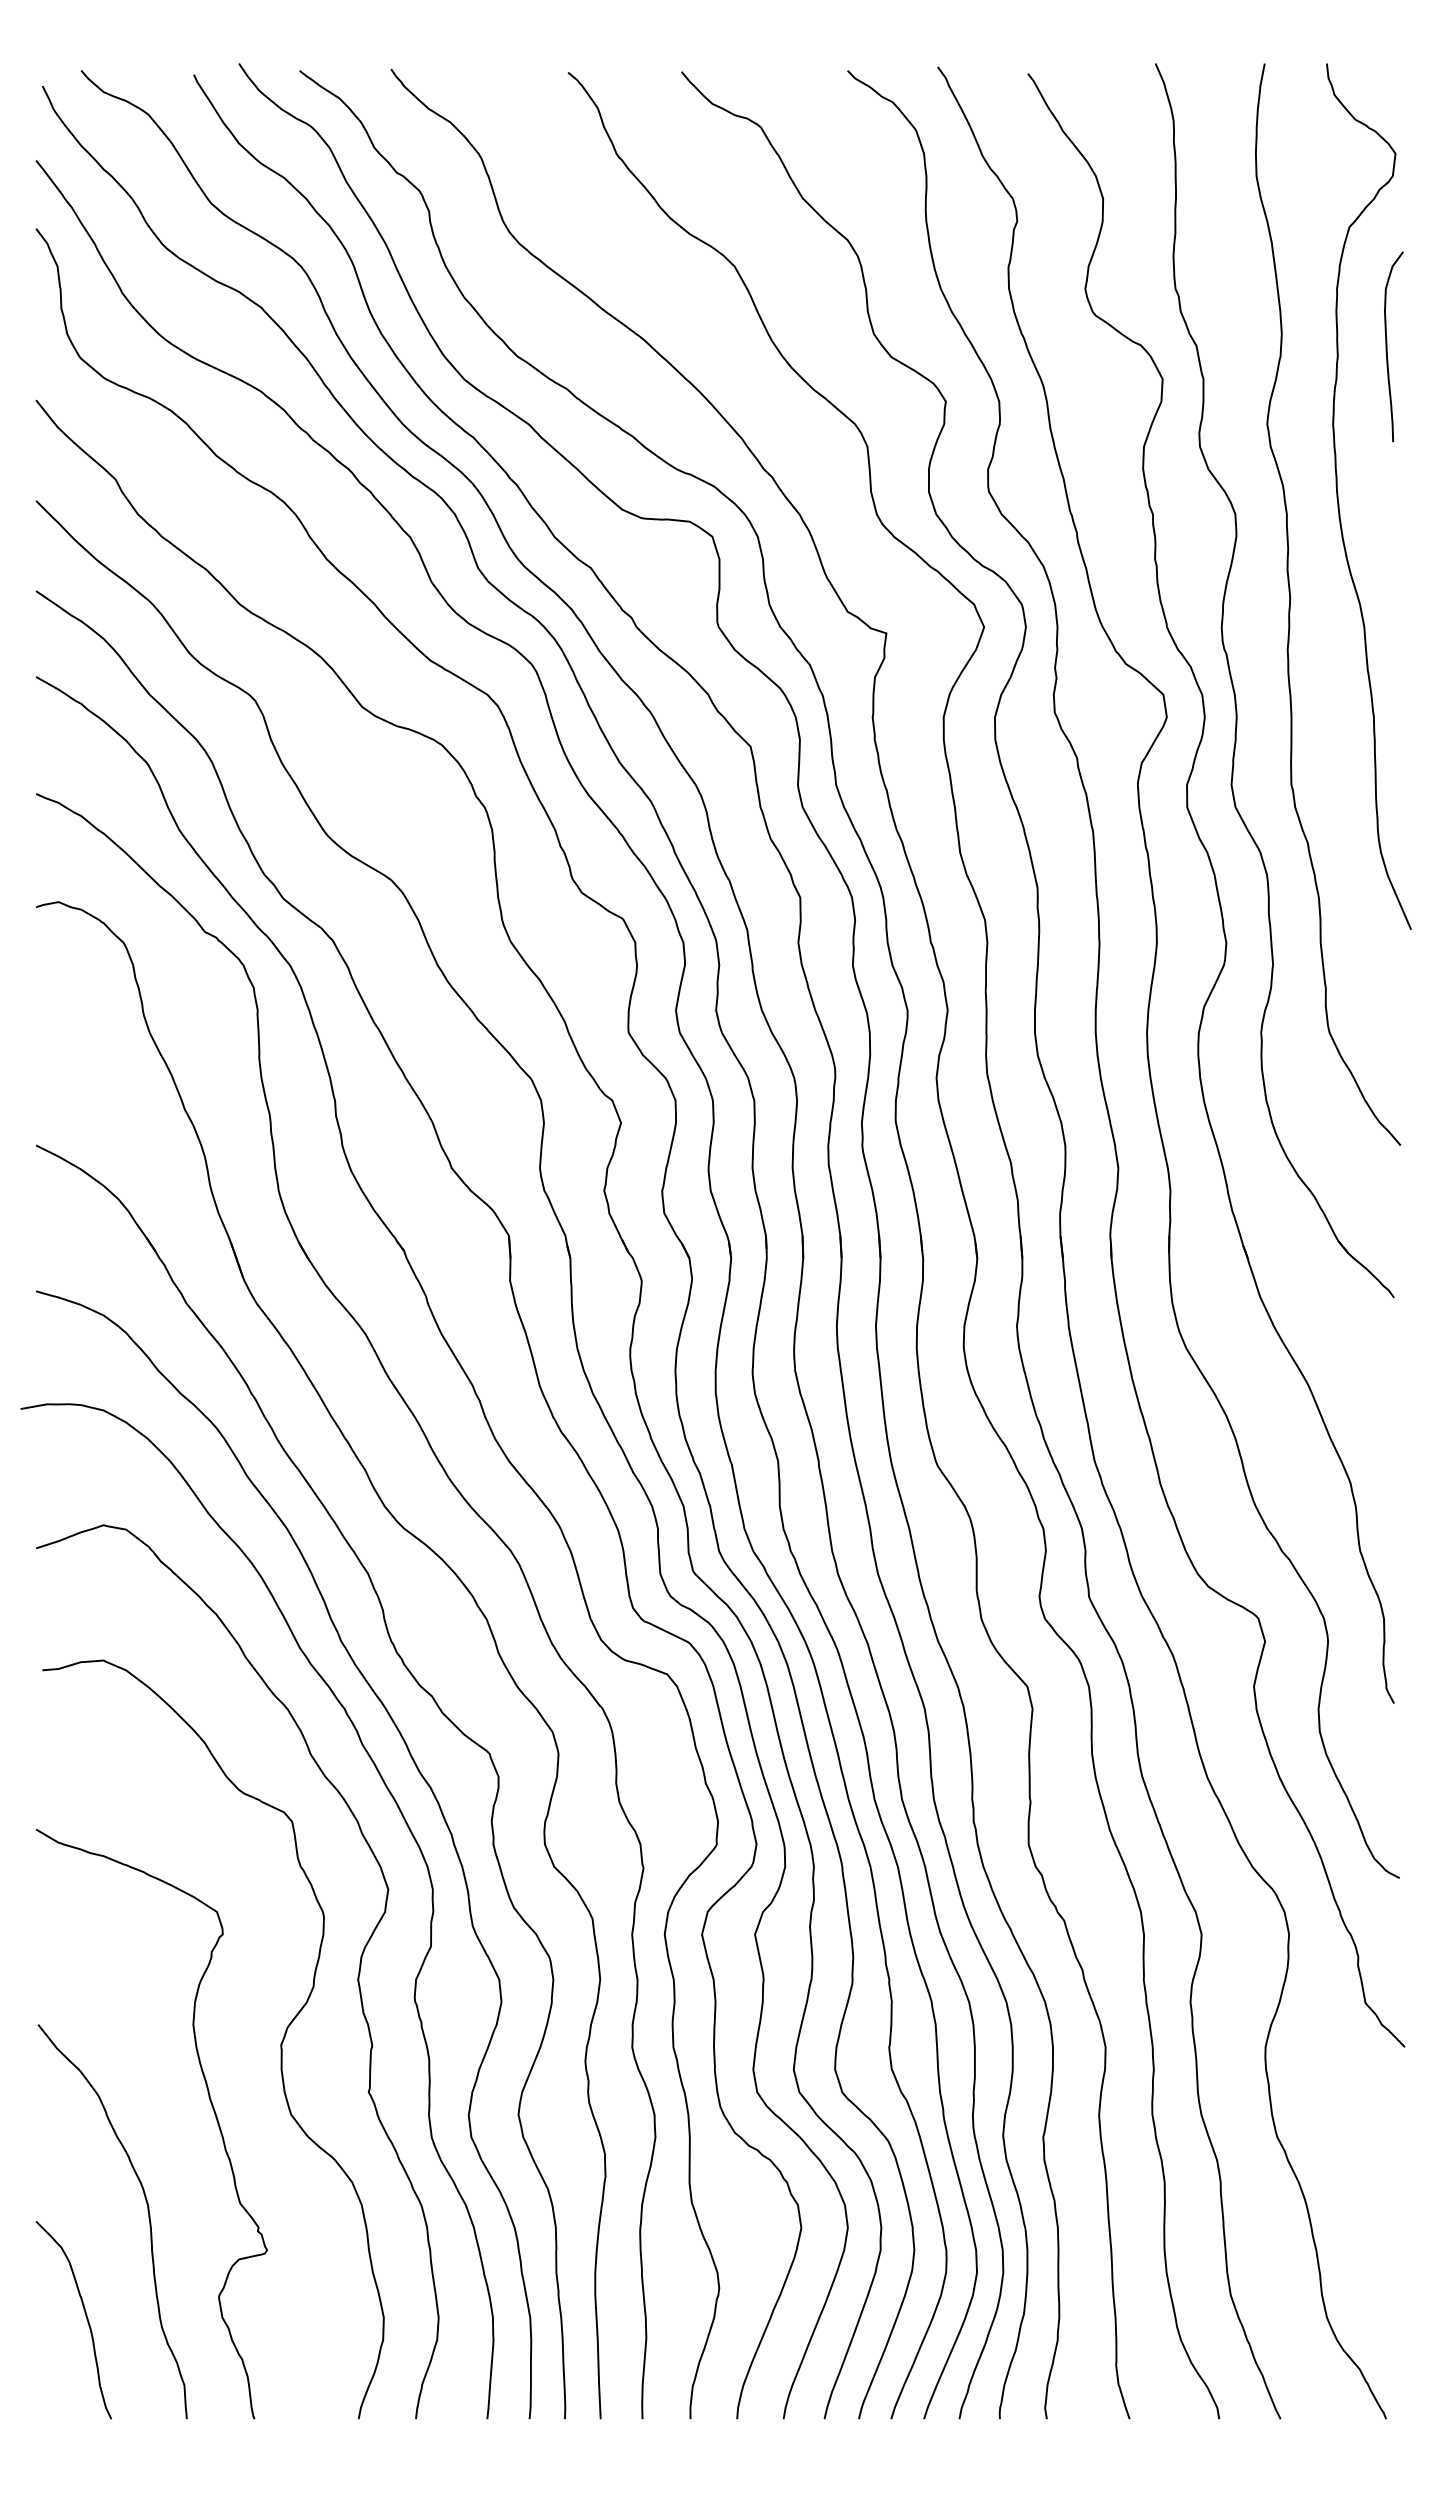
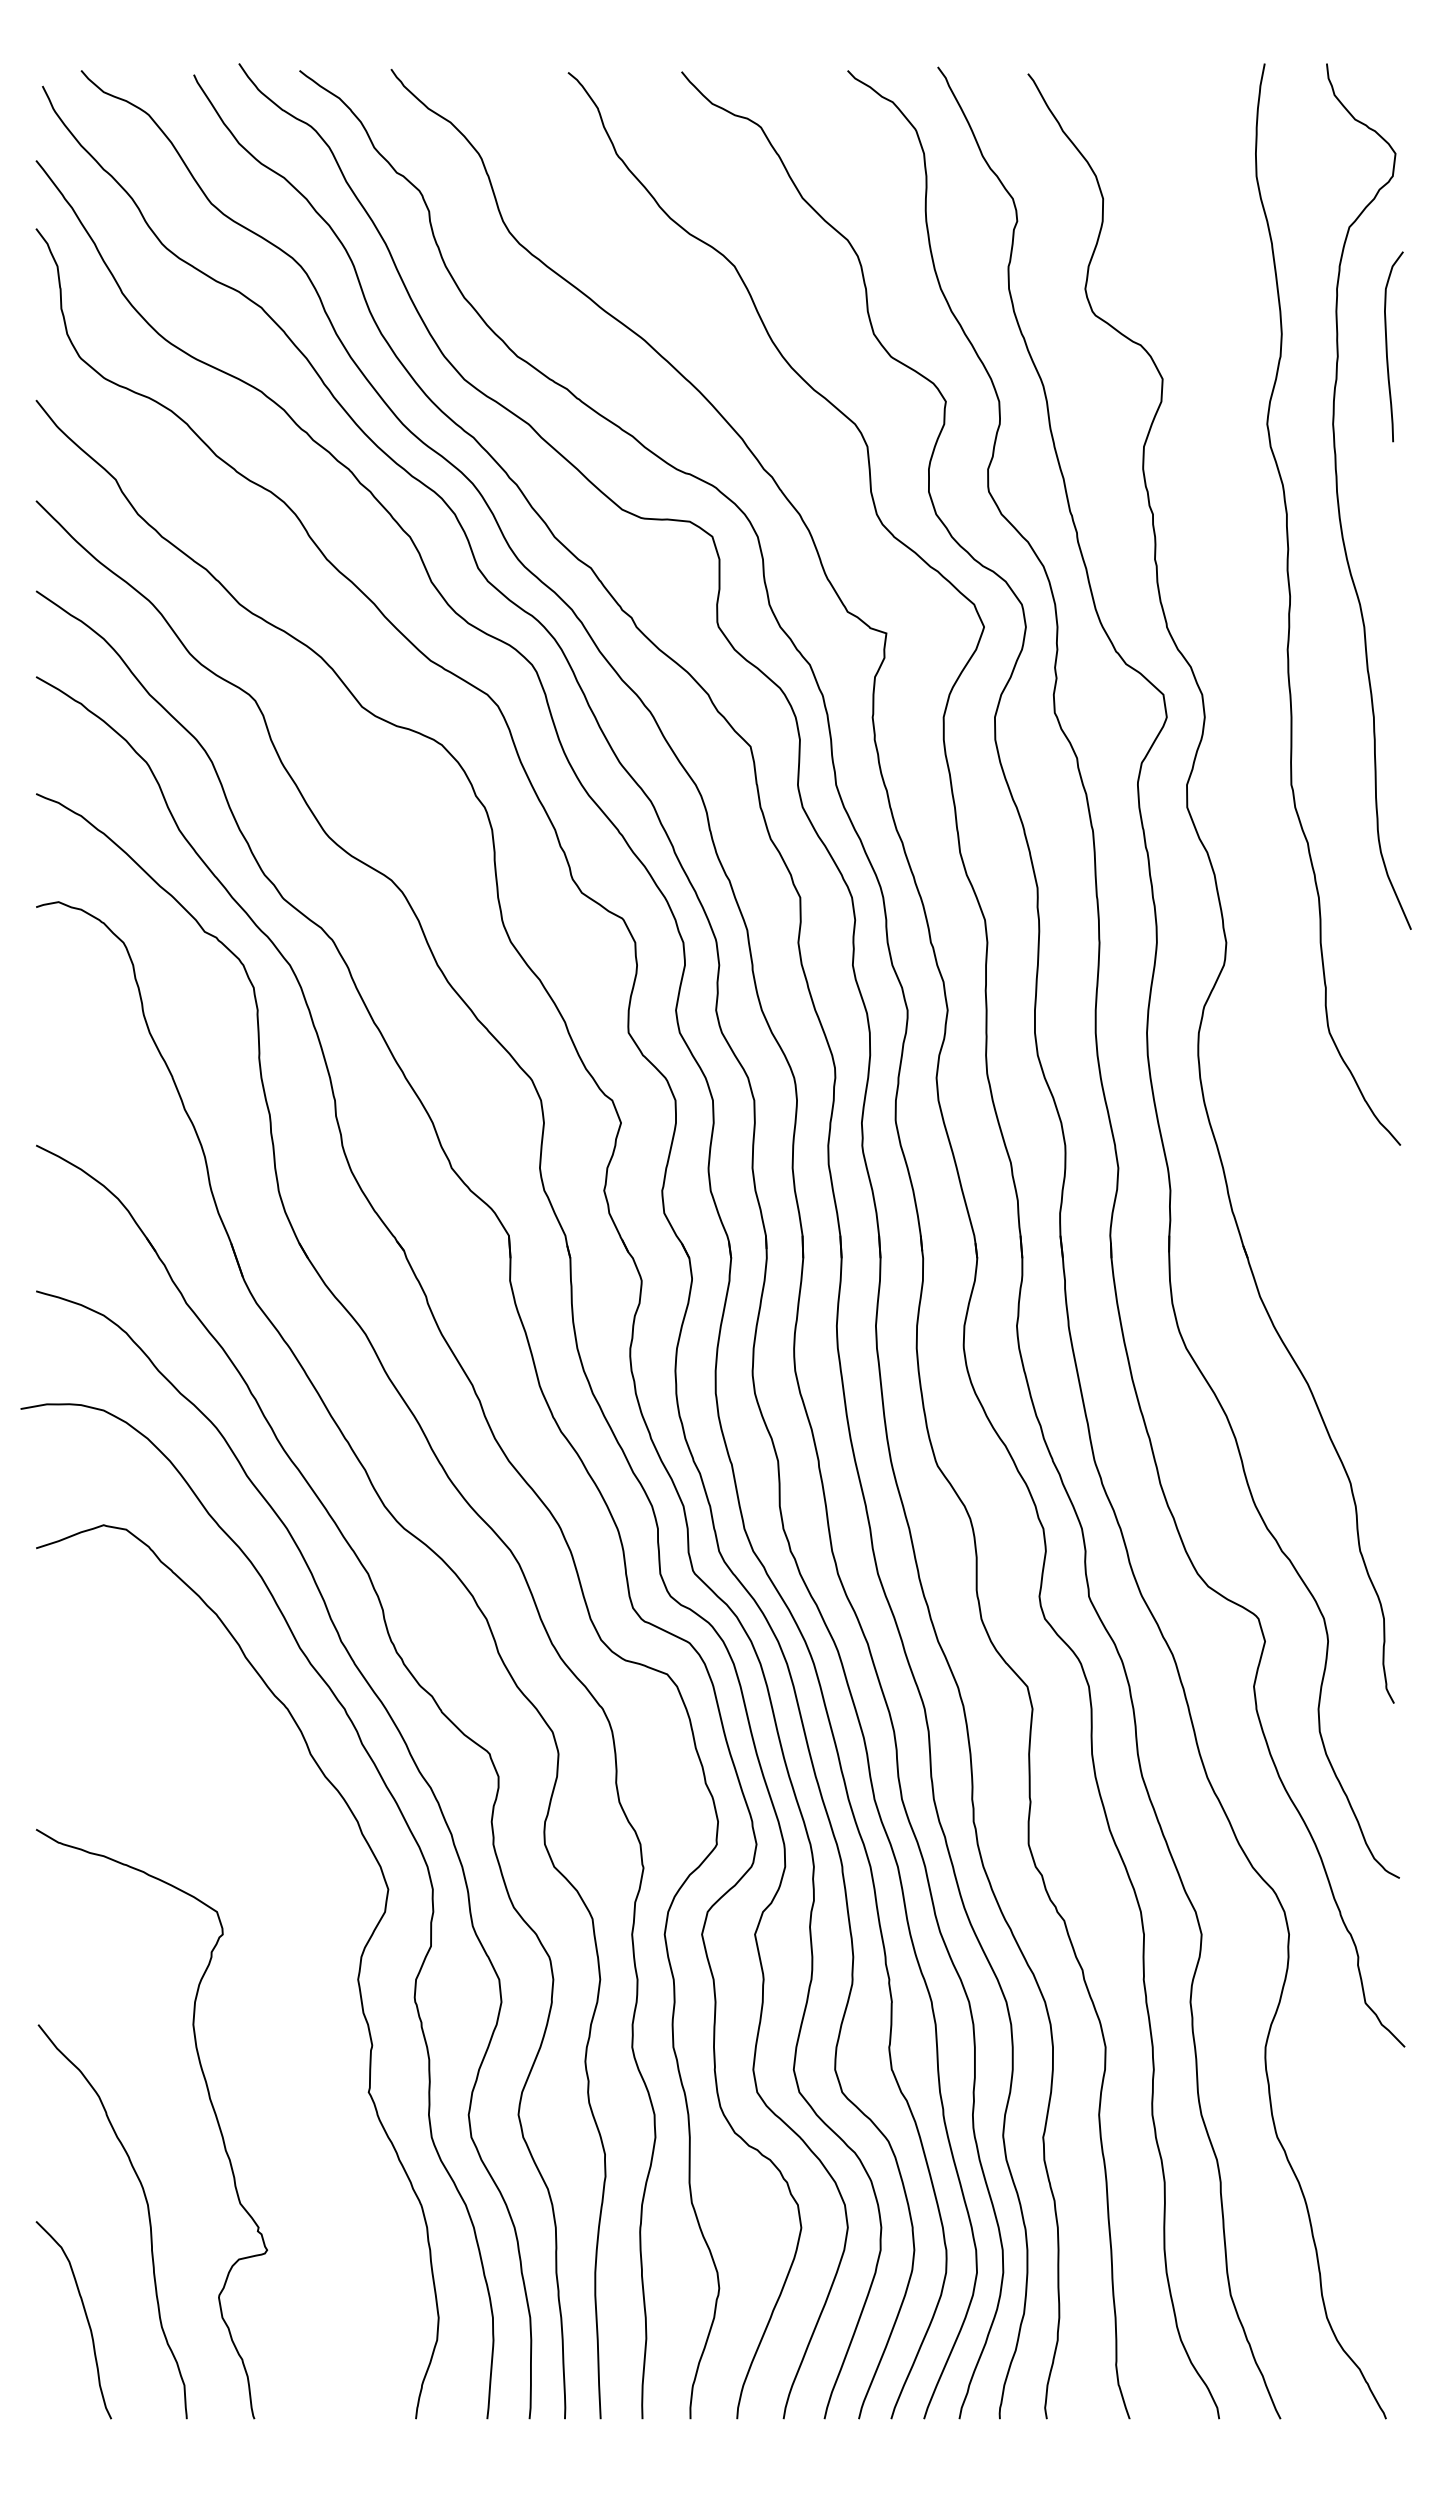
part at (1234, 687): present -> none
curve at (280, 2043): present -> none
